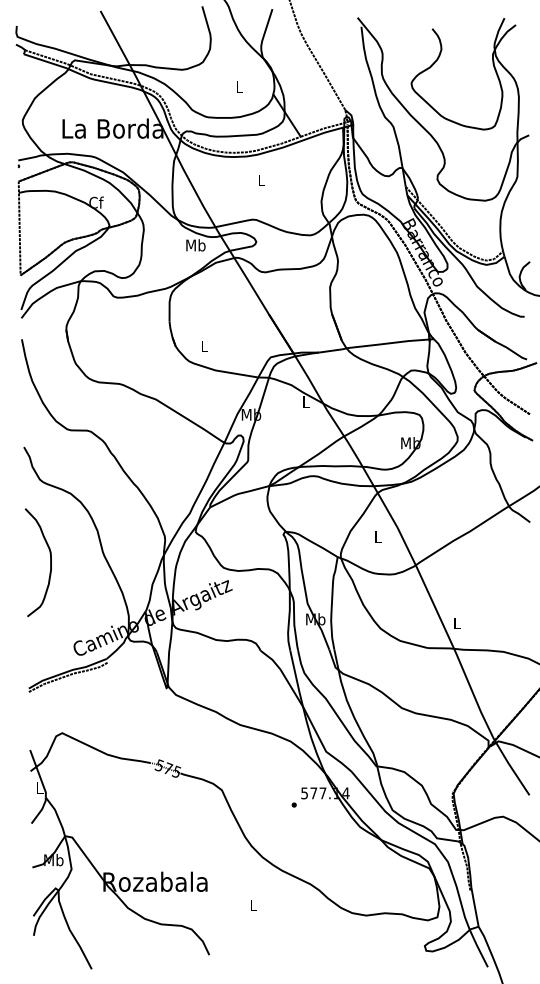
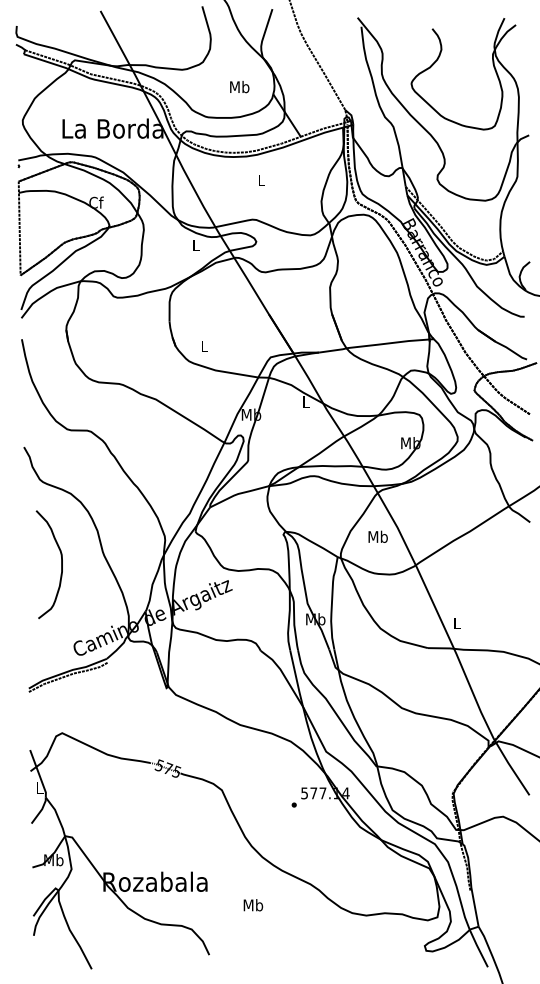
text at (239, 87): L -> Mb
text at (195, 245): Mb -> L
text at (377, 536): L -> Mb
curve at (50, 562) position: (50, 562) -> (61, 564)
text at (253, 905): L -> Mb
